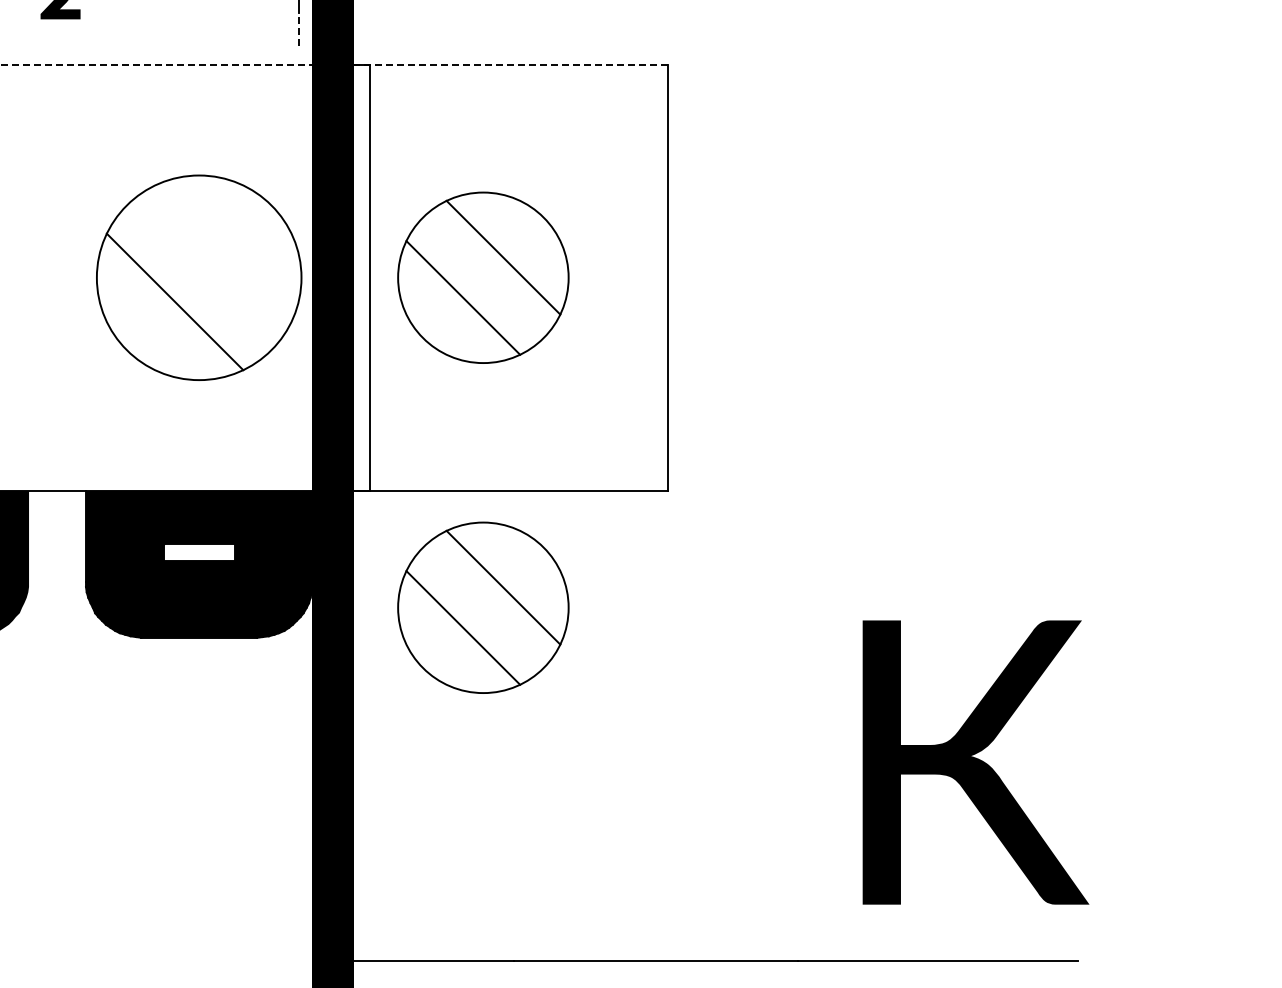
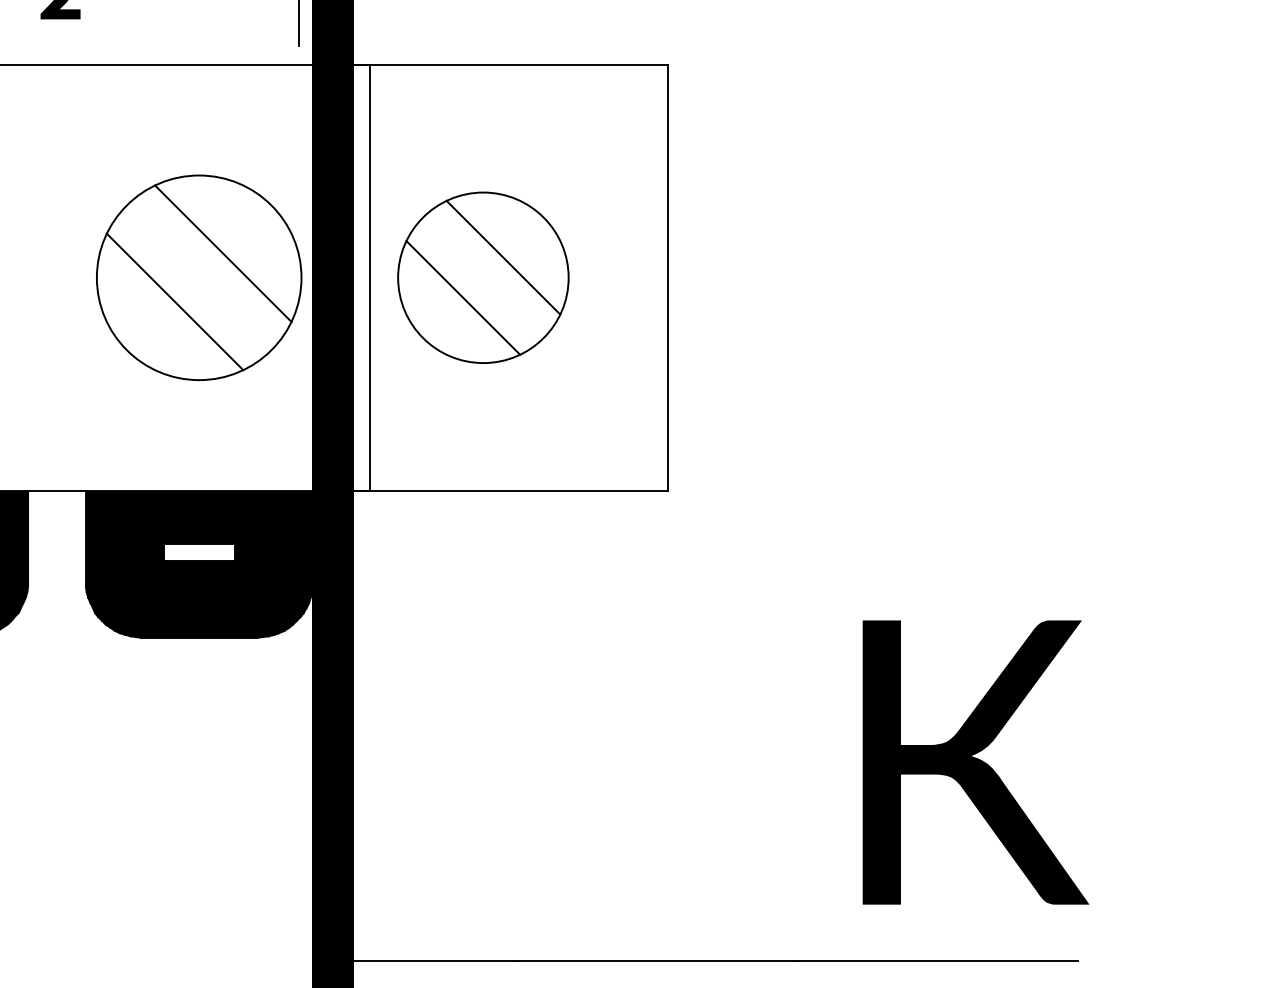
line at (299, 29): dashed -> solid
line at (334, 64): dashed -> solid
line at (223, 253): none -> present
part at (483, 607): present -> none
